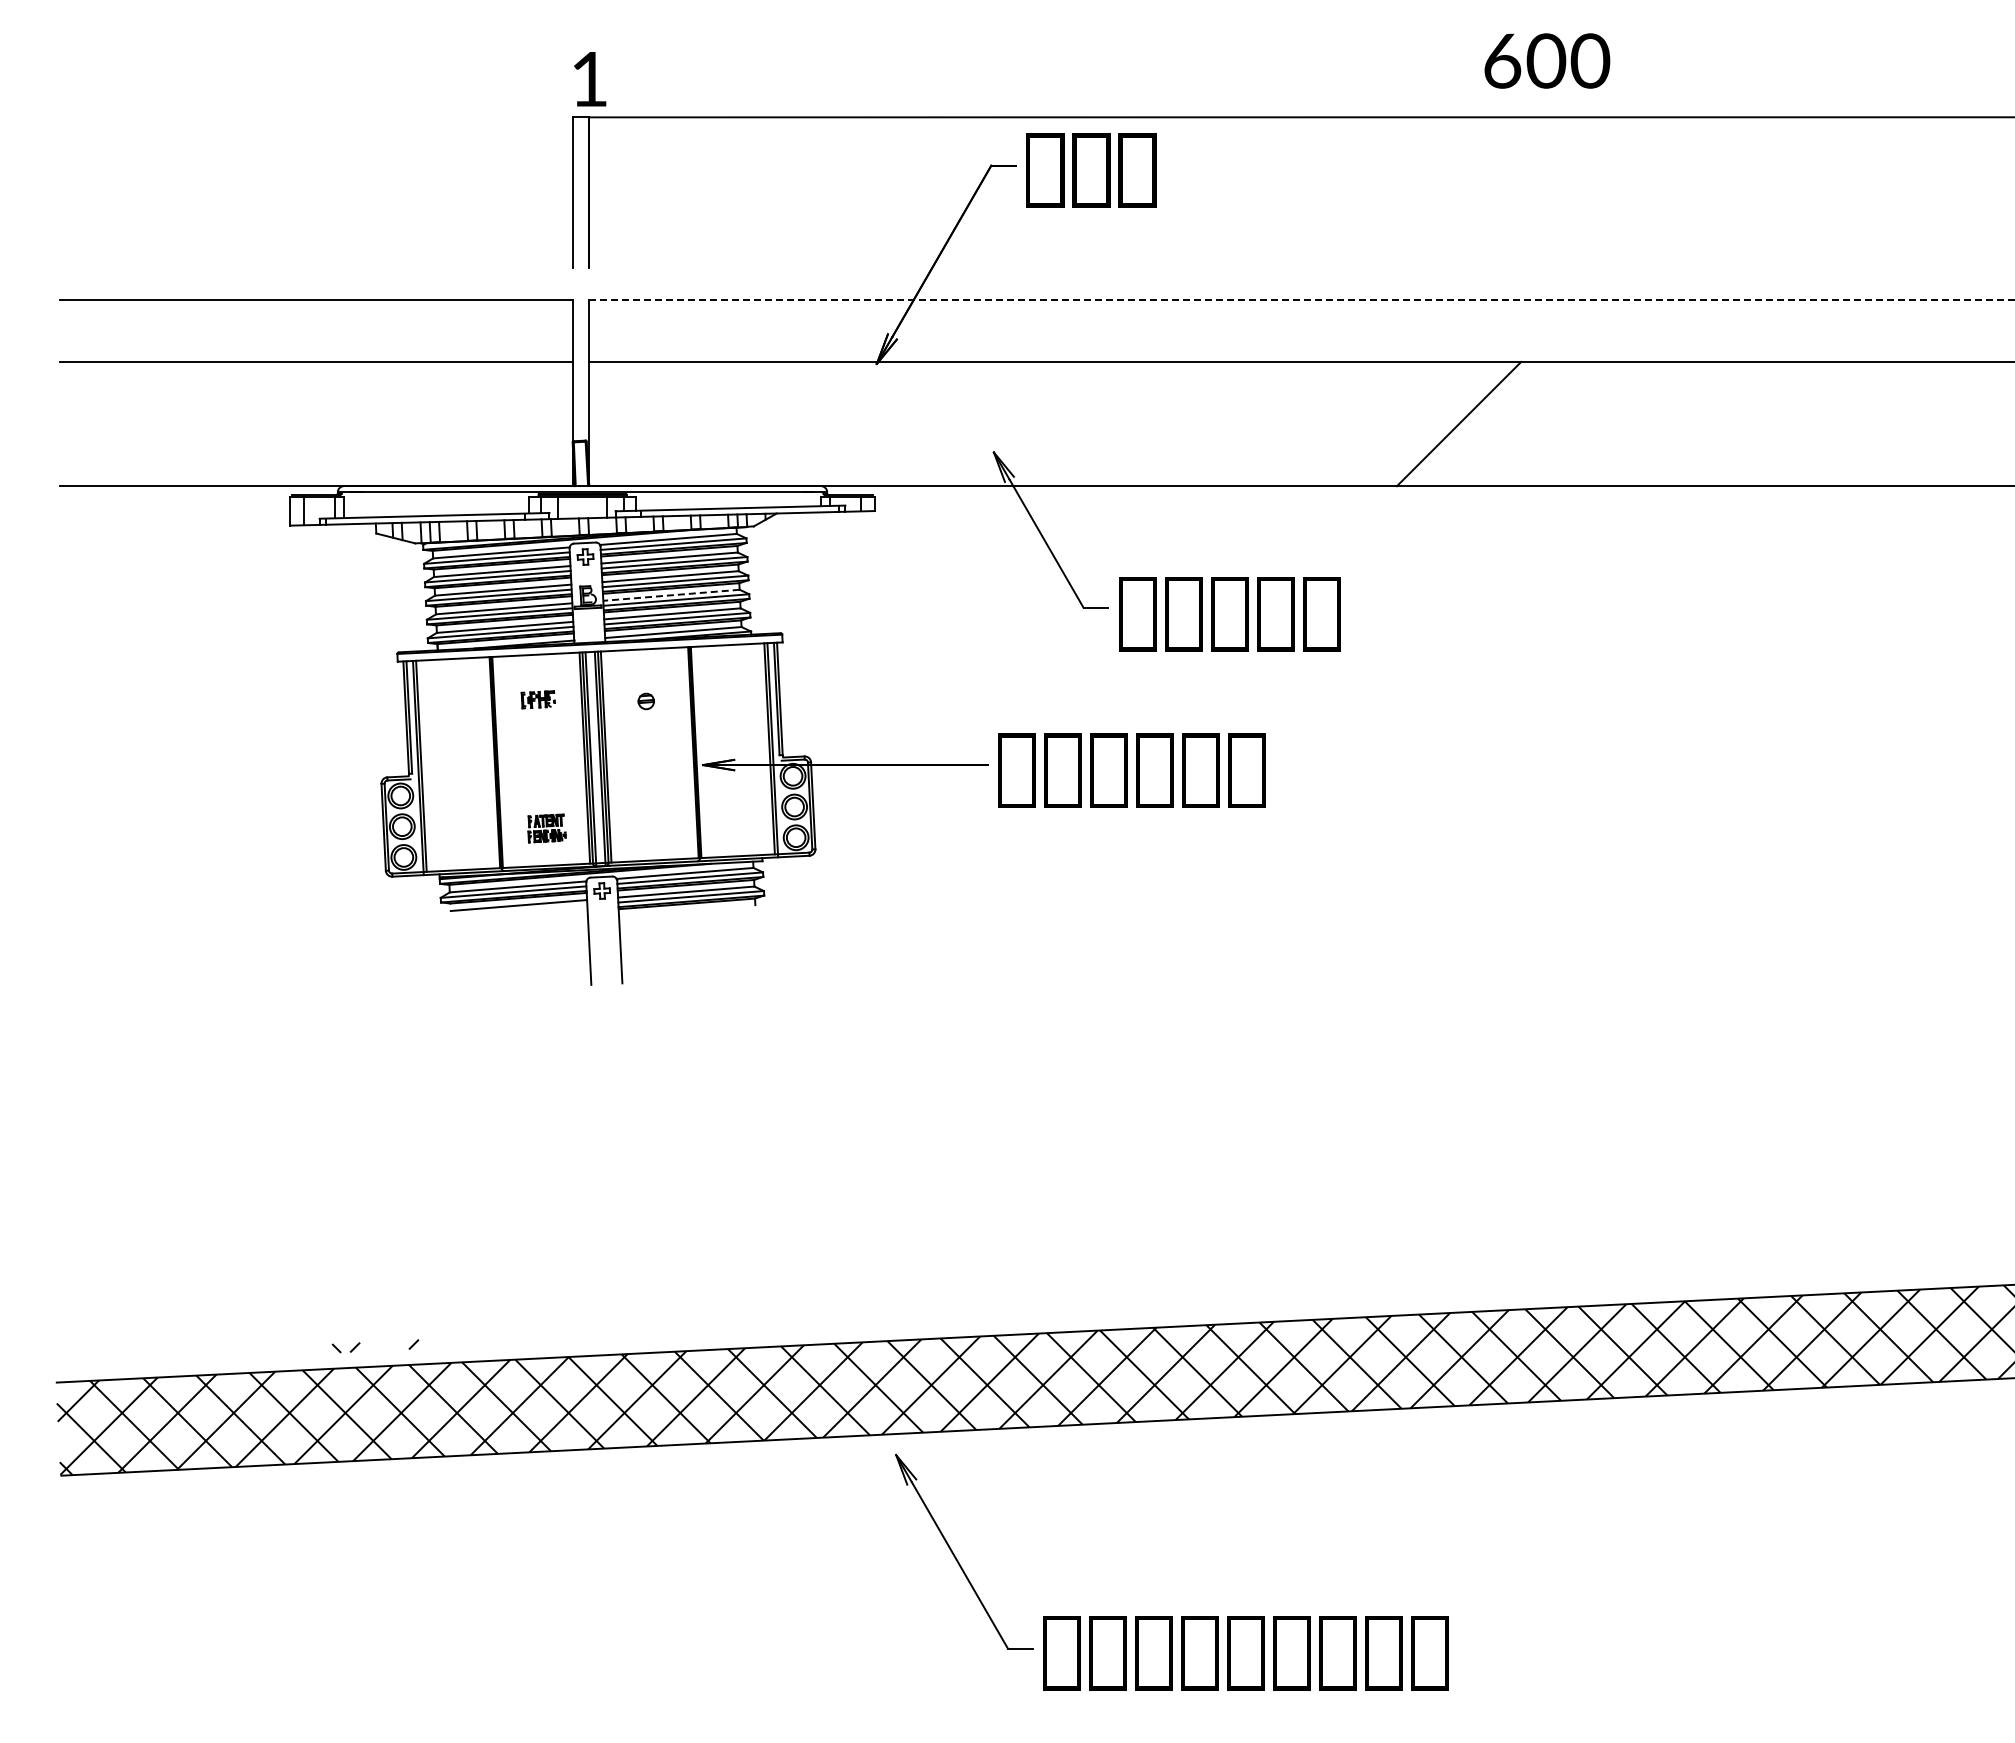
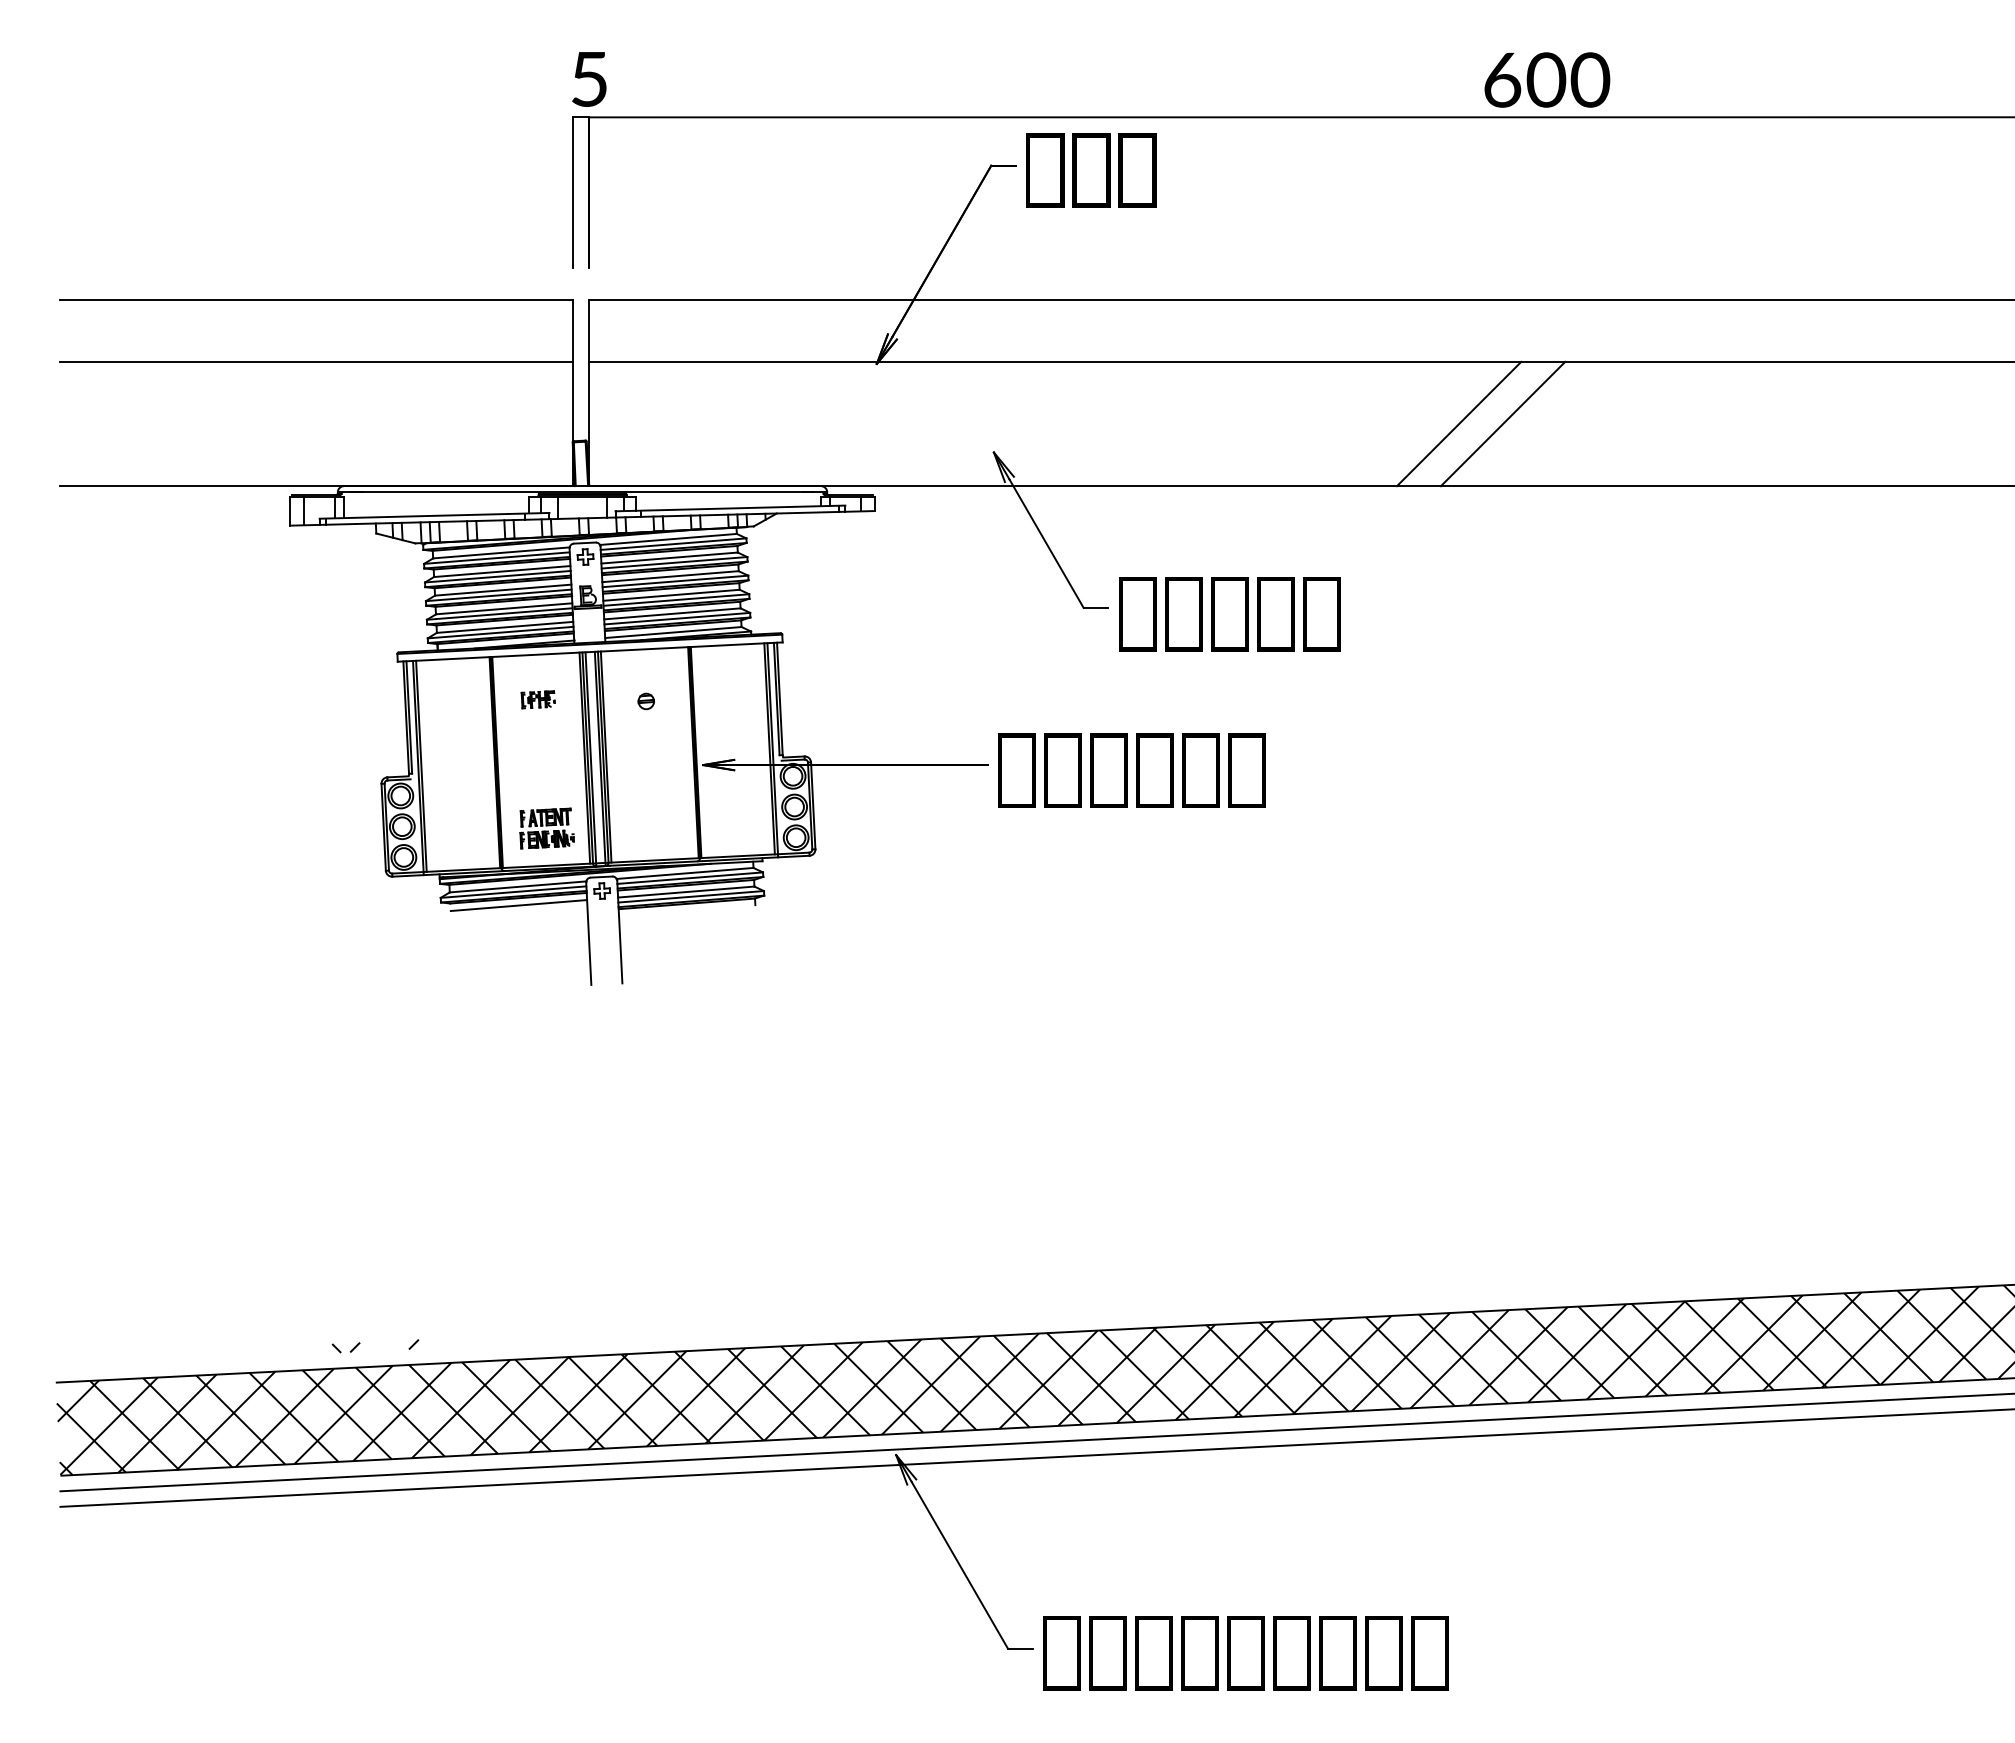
text at (1547, 60) position: (1547, 60) -> (1547, 79)
text at (589, 79): 1 -> 5
line at (1301, 299): dashed -> solid
line at (1502, 423): none -> present
line at (671, 595): dashed -> solid
part at (546, 828) size: 40x31 px -> 56x43 px
line at (1035, 1442): none -> present
line at (1035, 1457): none -> present
